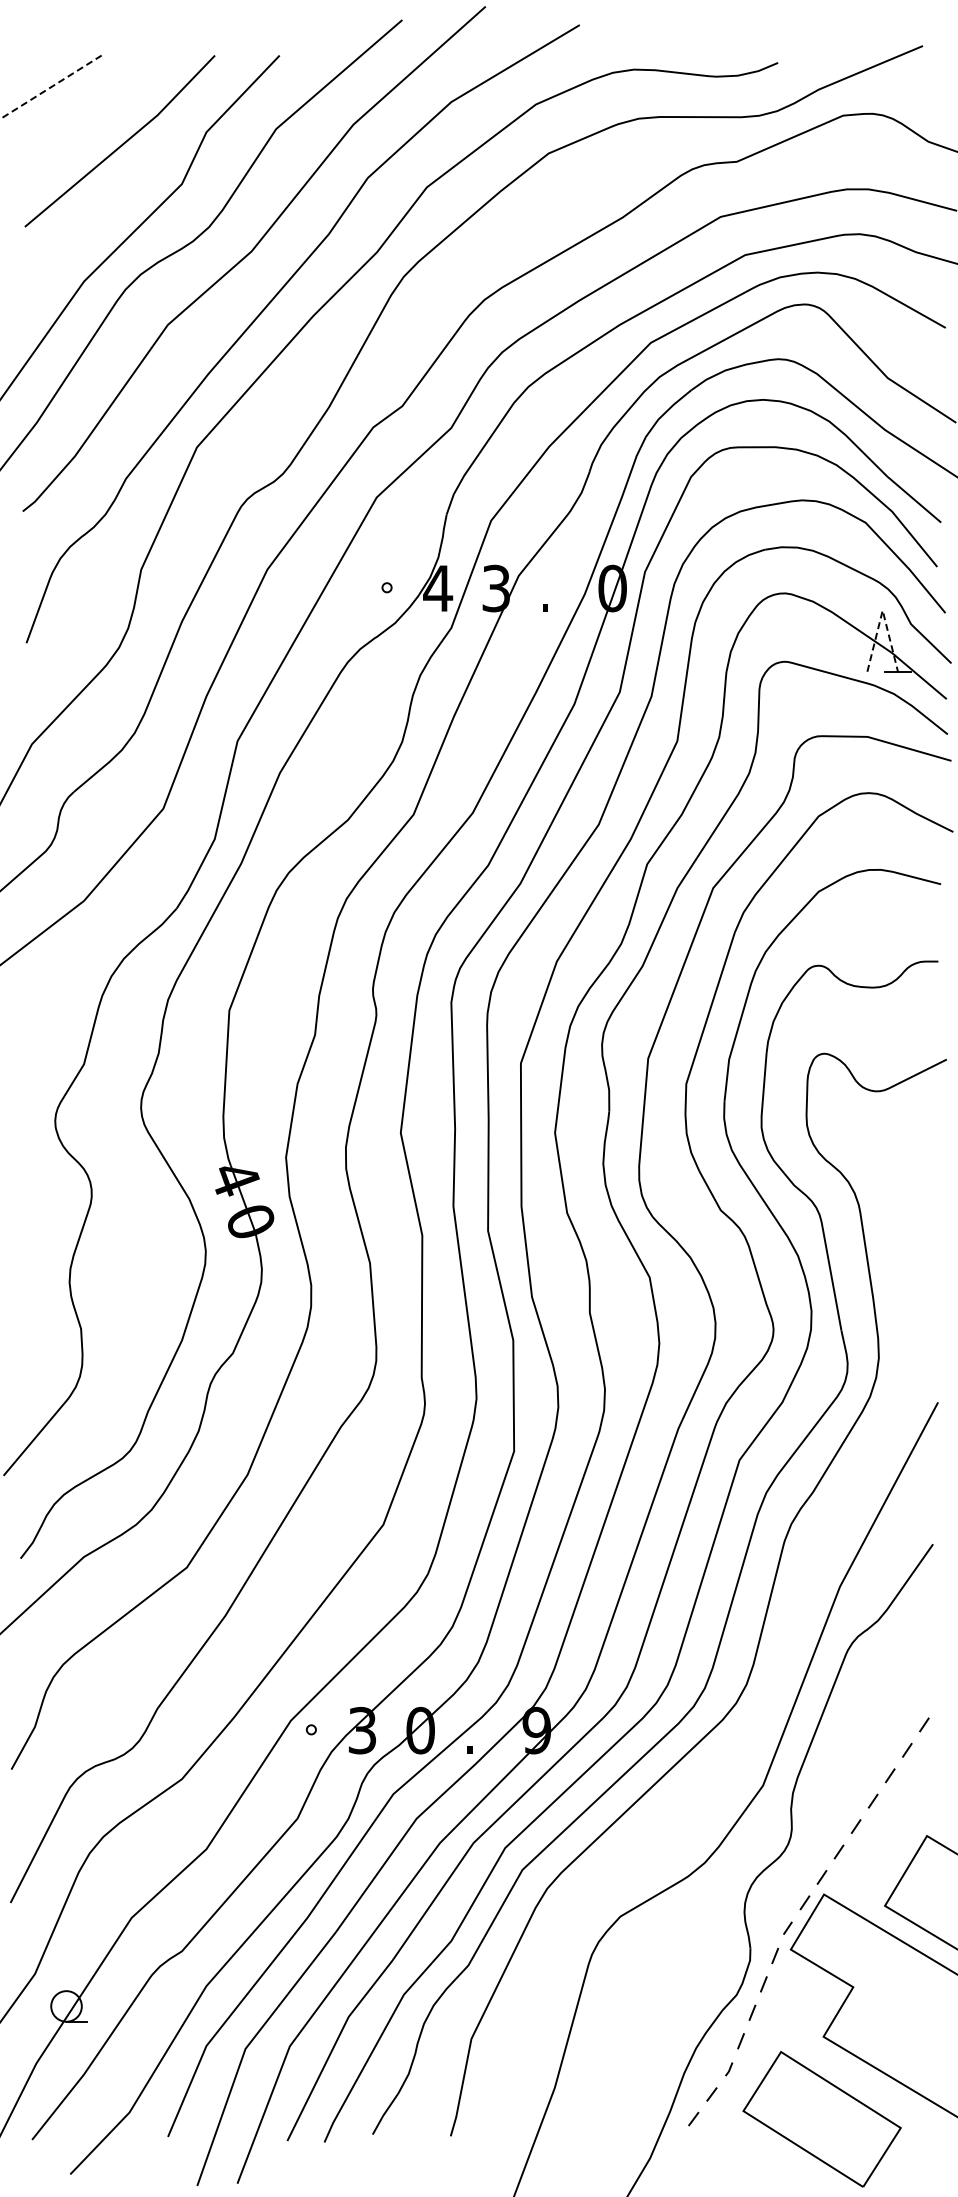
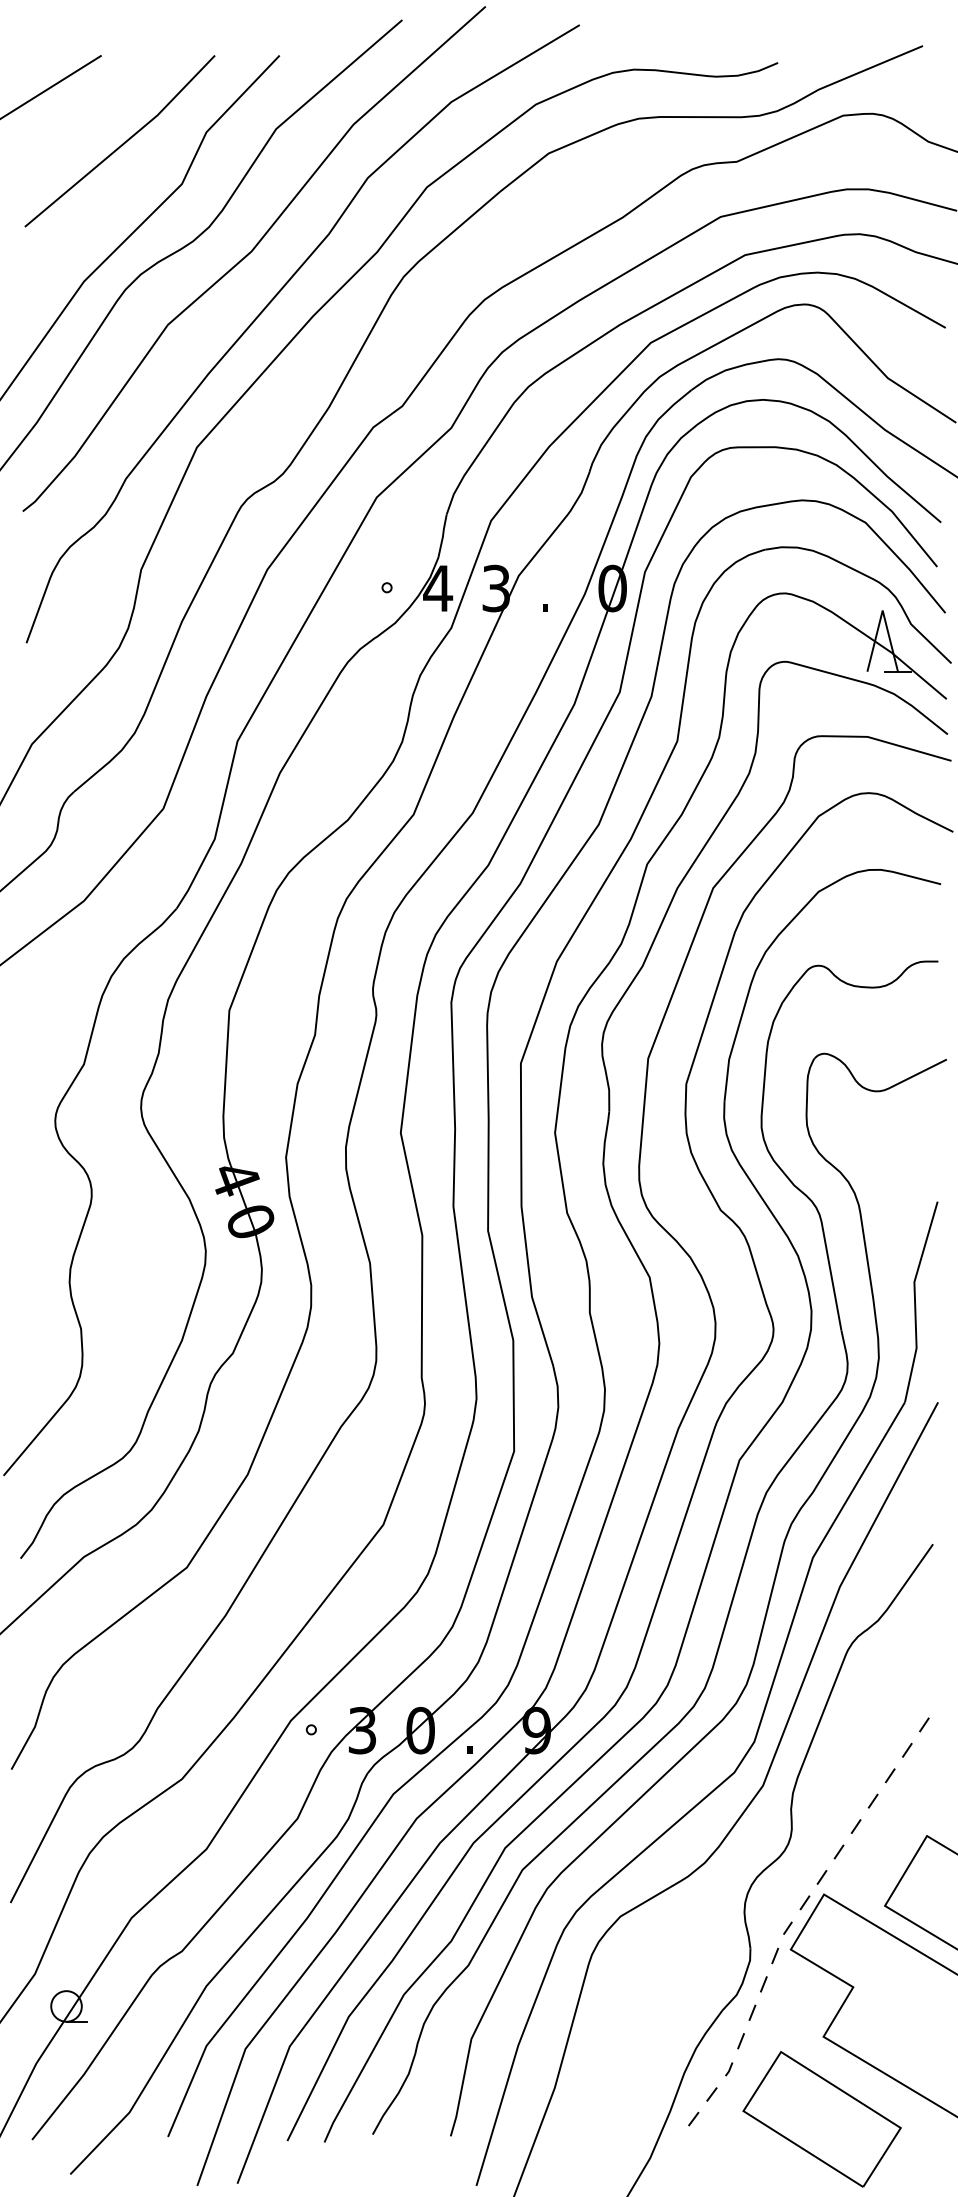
line at (51, 87): dashed -> solid
line at (882, 610): dashed -> solid
part at (762, 1712): none -> present
